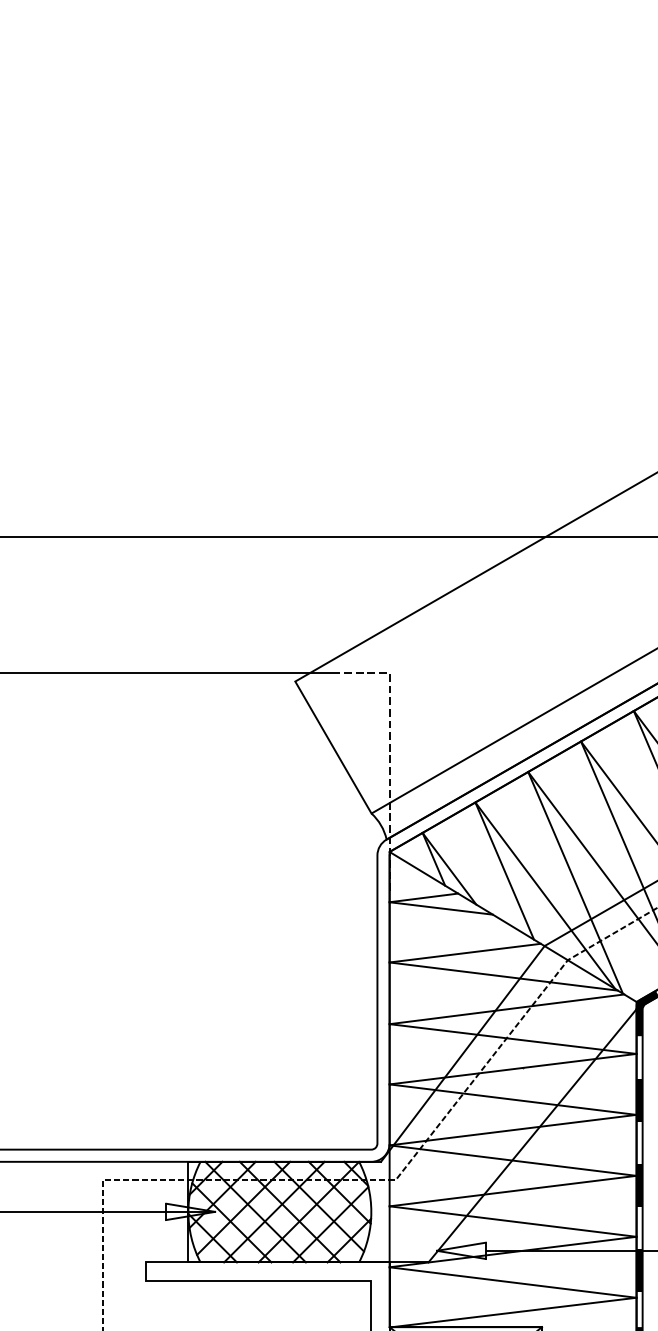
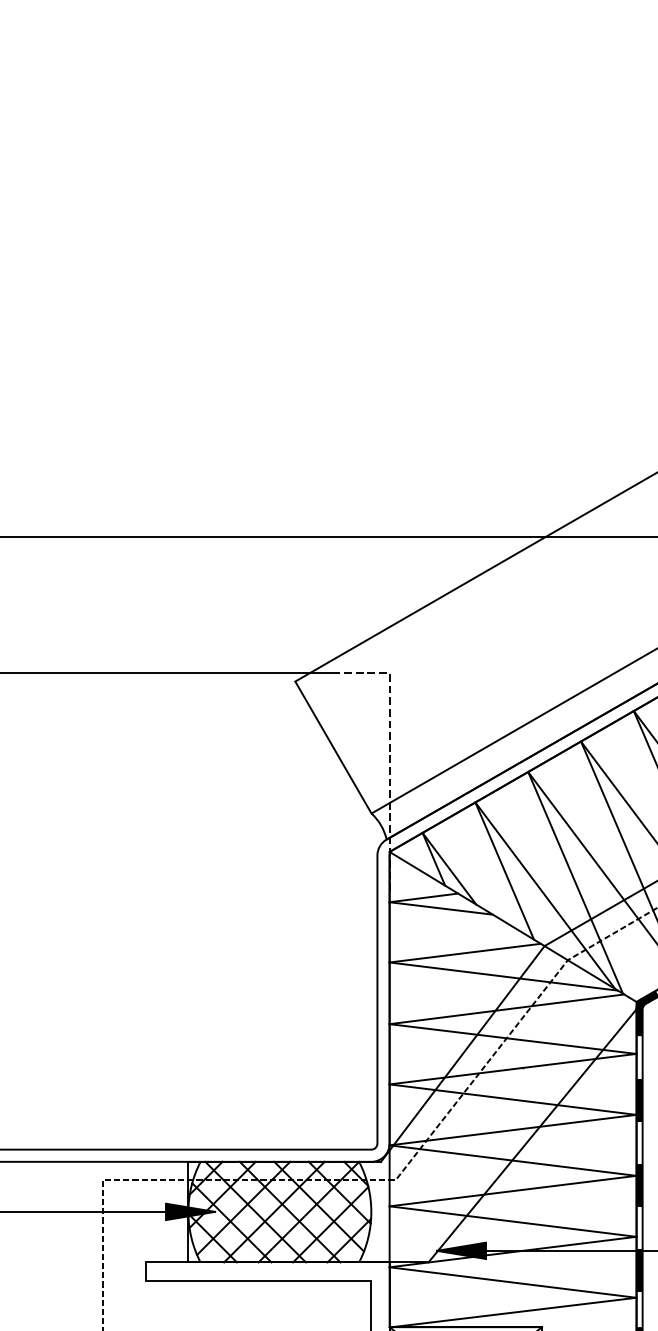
fill at (190, 1211): none -> present
fill at (461, 1250): none -> present
